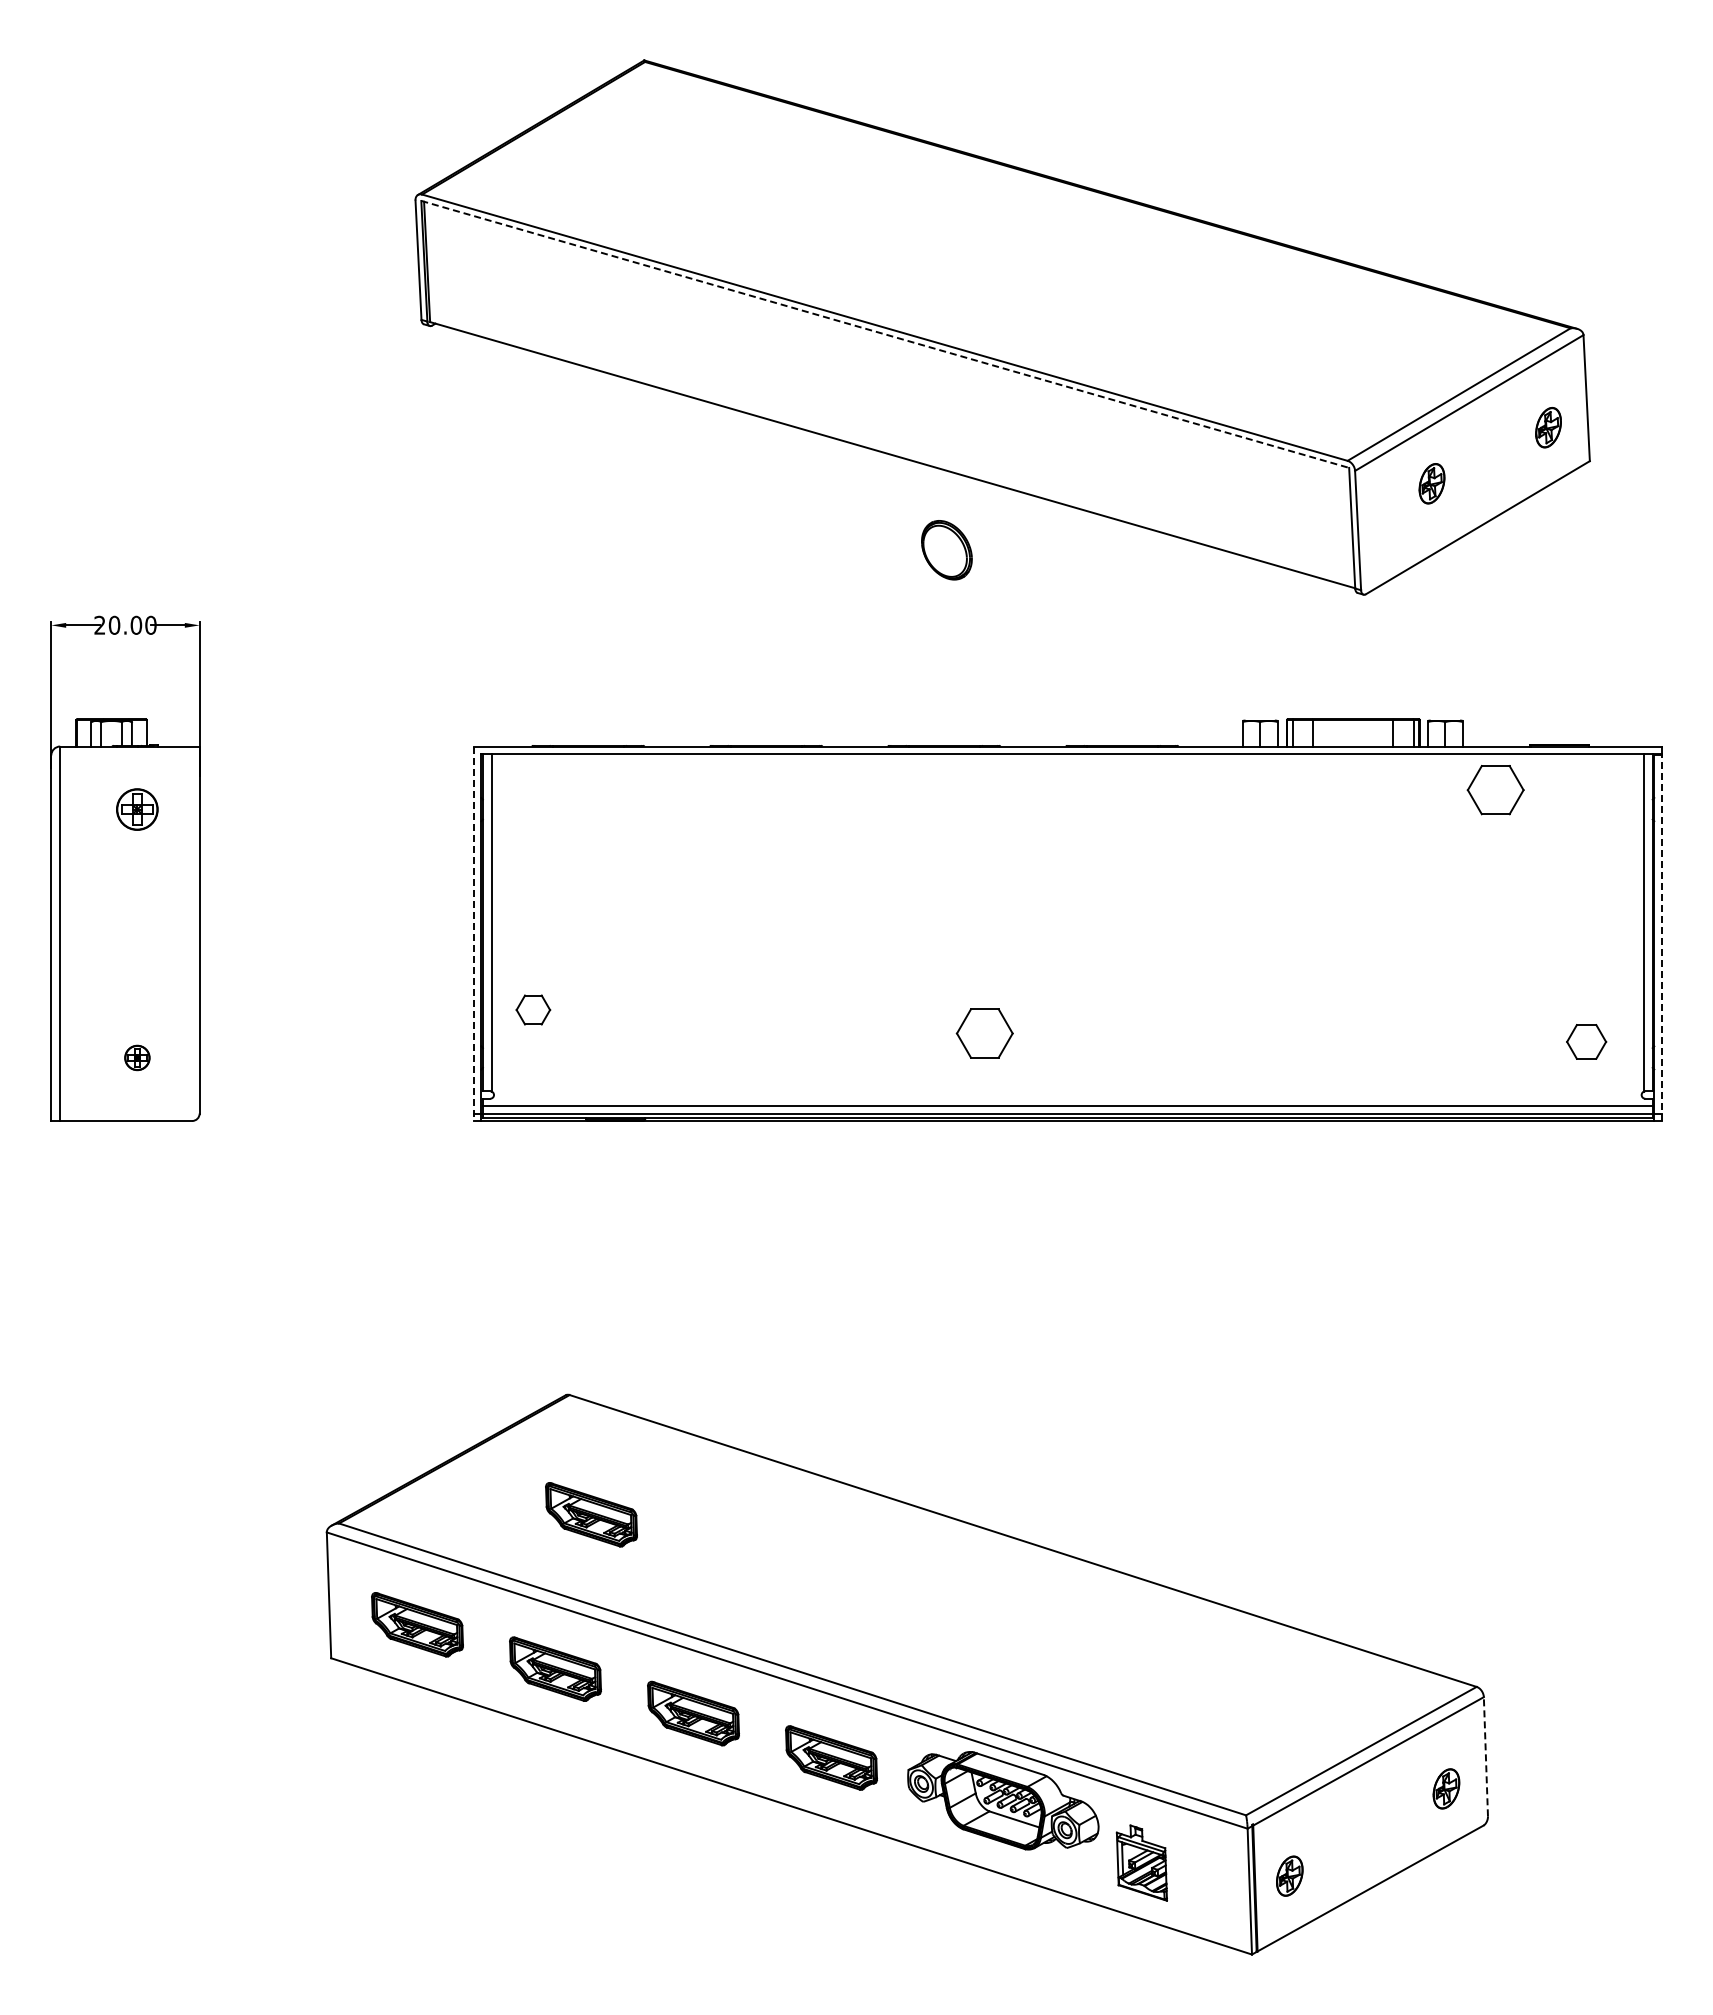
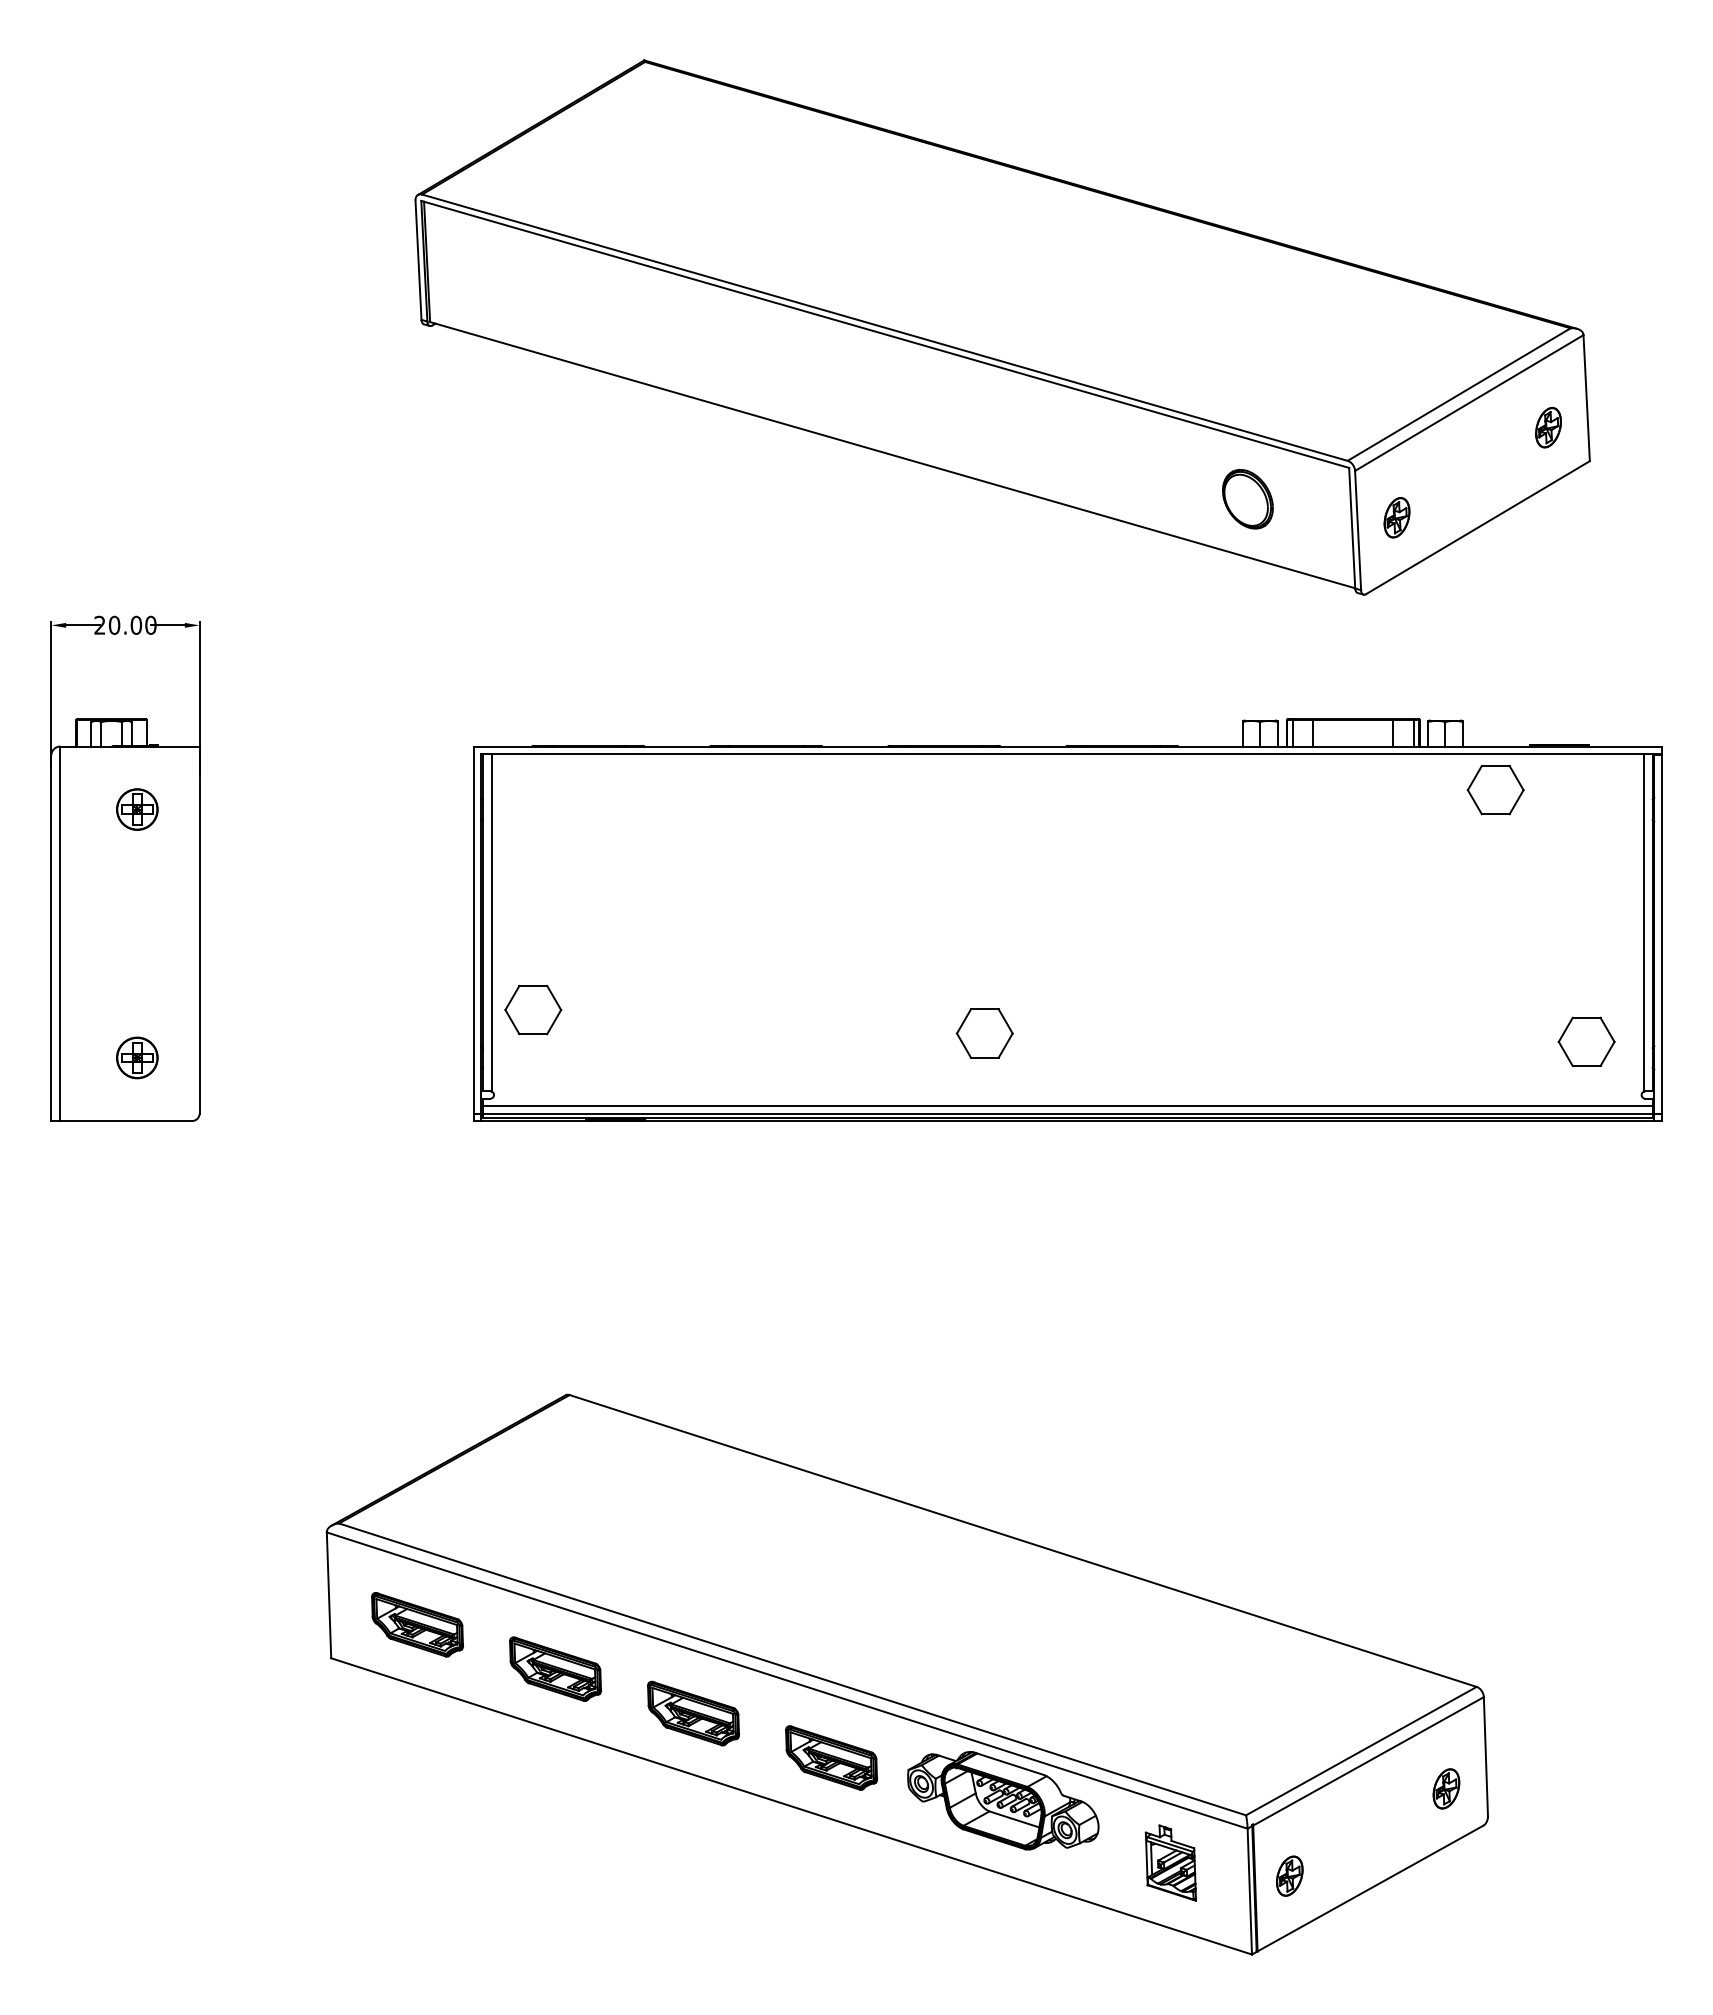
line at (885, 334): dashed -> solid
part at (1431, 483) position: (1431, 483) -> (1396, 517)
part at (946, 550) position: (946, 550) -> (1247, 499)
line at (474, 934): dashed -> solid
line at (1661, 938): dashed -> solid
part at (533, 1009) size: 37x32 px -> 59x52 px
part at (1586, 1041) size: 42x36 px -> 59x52 px
part at (137, 1057) size: 27x28 px -> 43x44 px
part at (591, 1514): present -> none
line at (1485, 1756): dashed -> solid
part at (1141, 1862) position: (1141, 1862) -> (1170, 1862)
